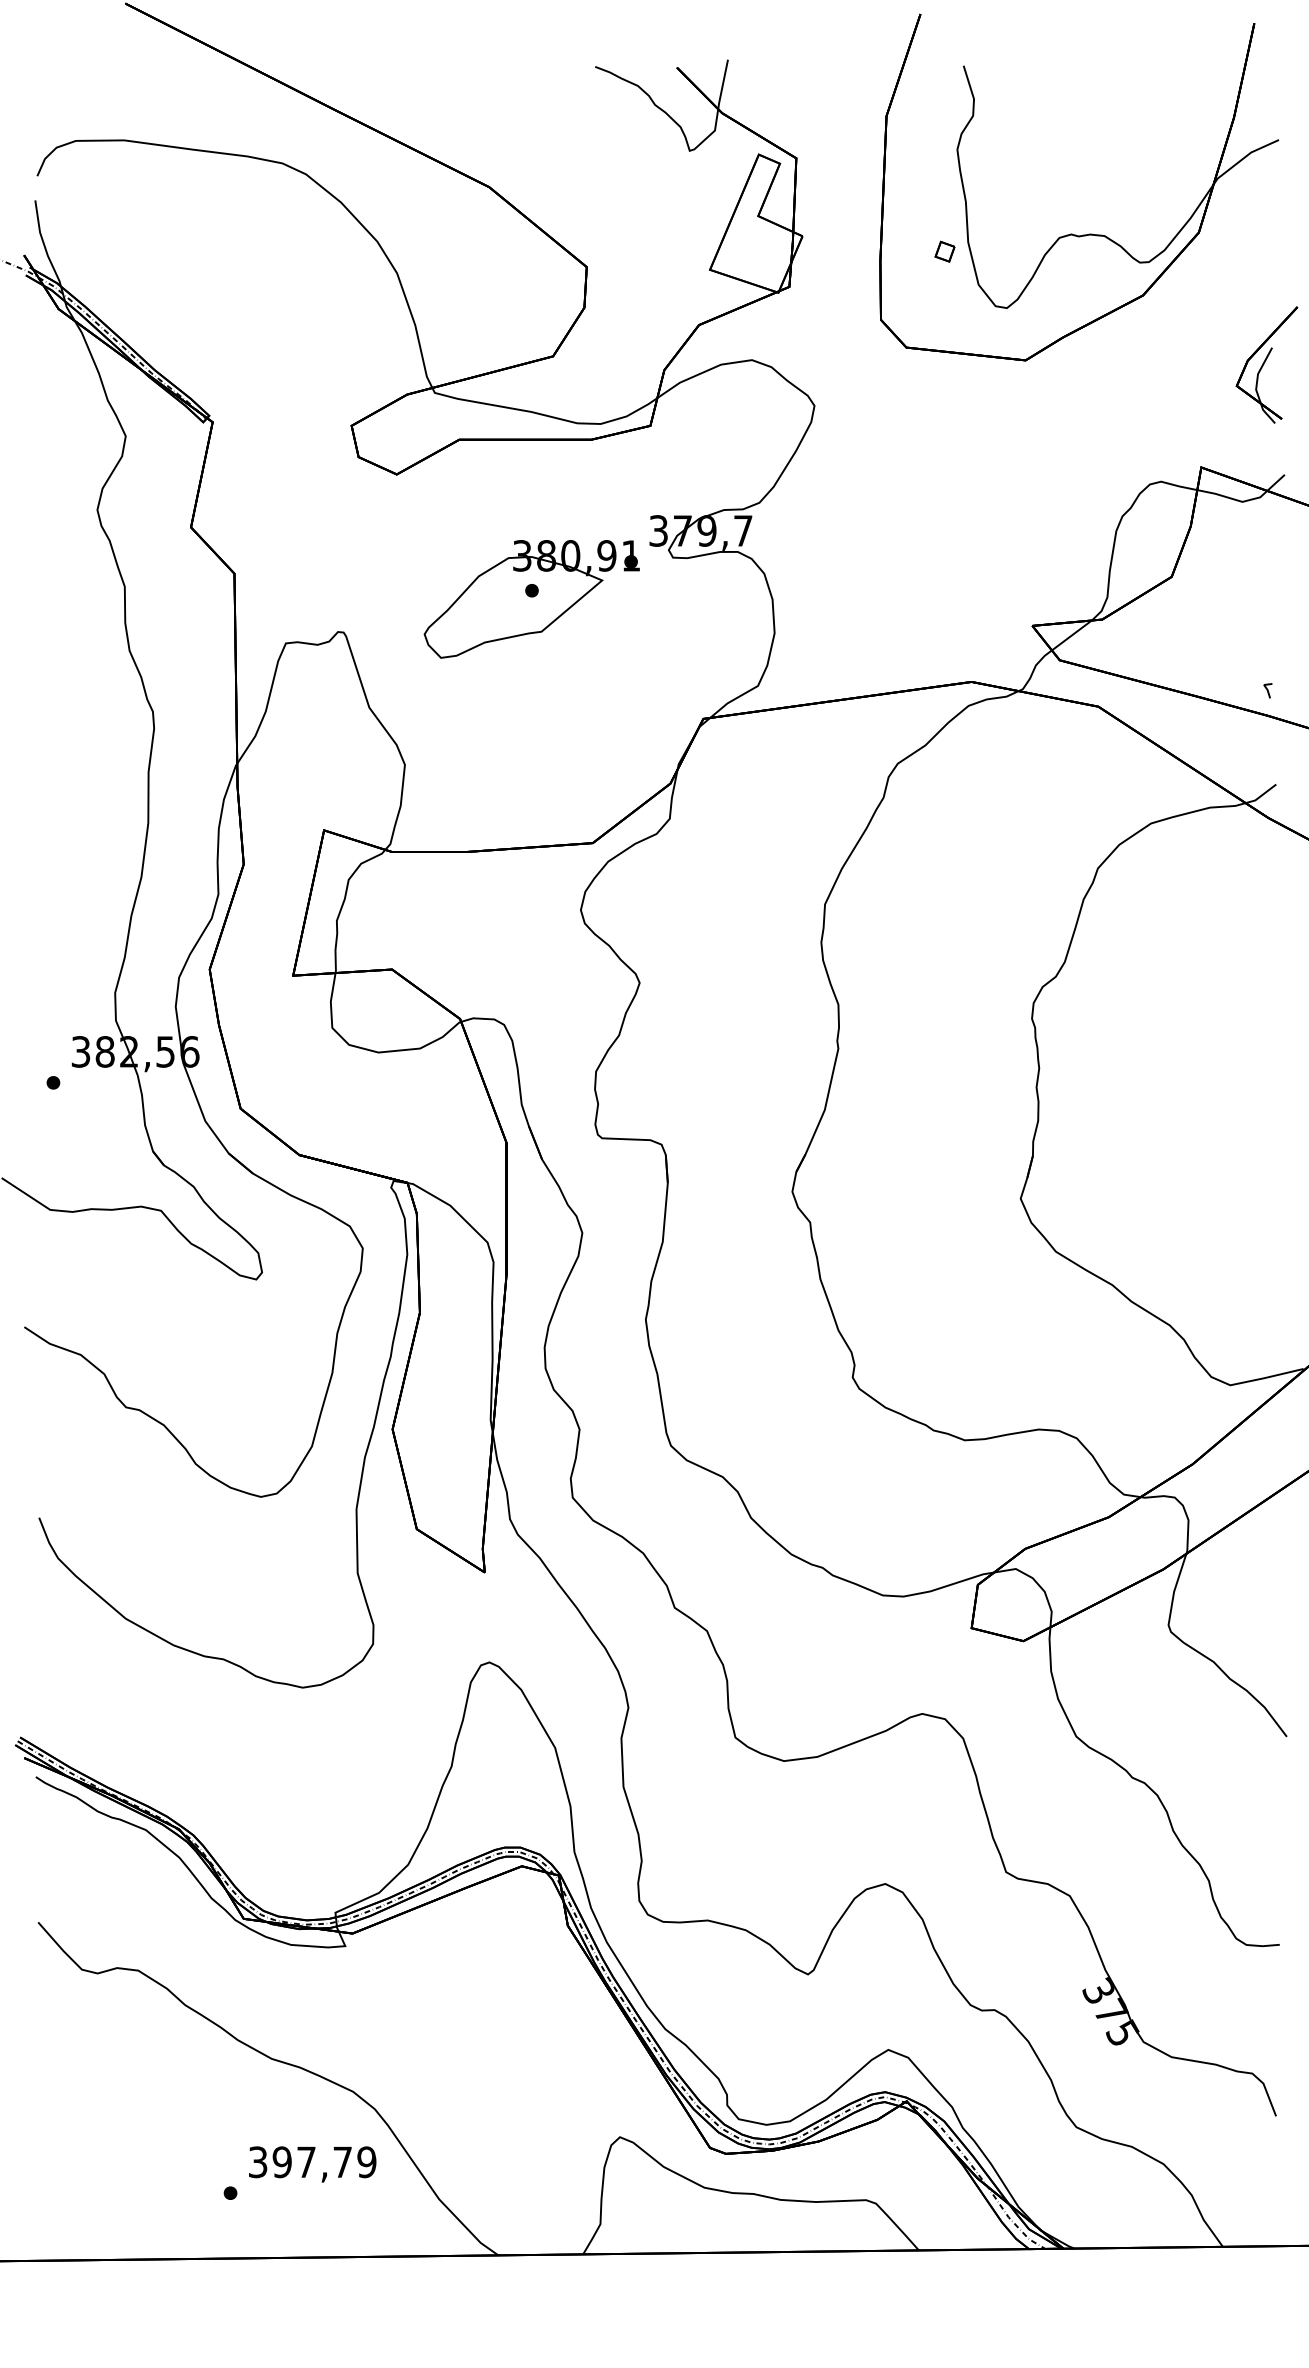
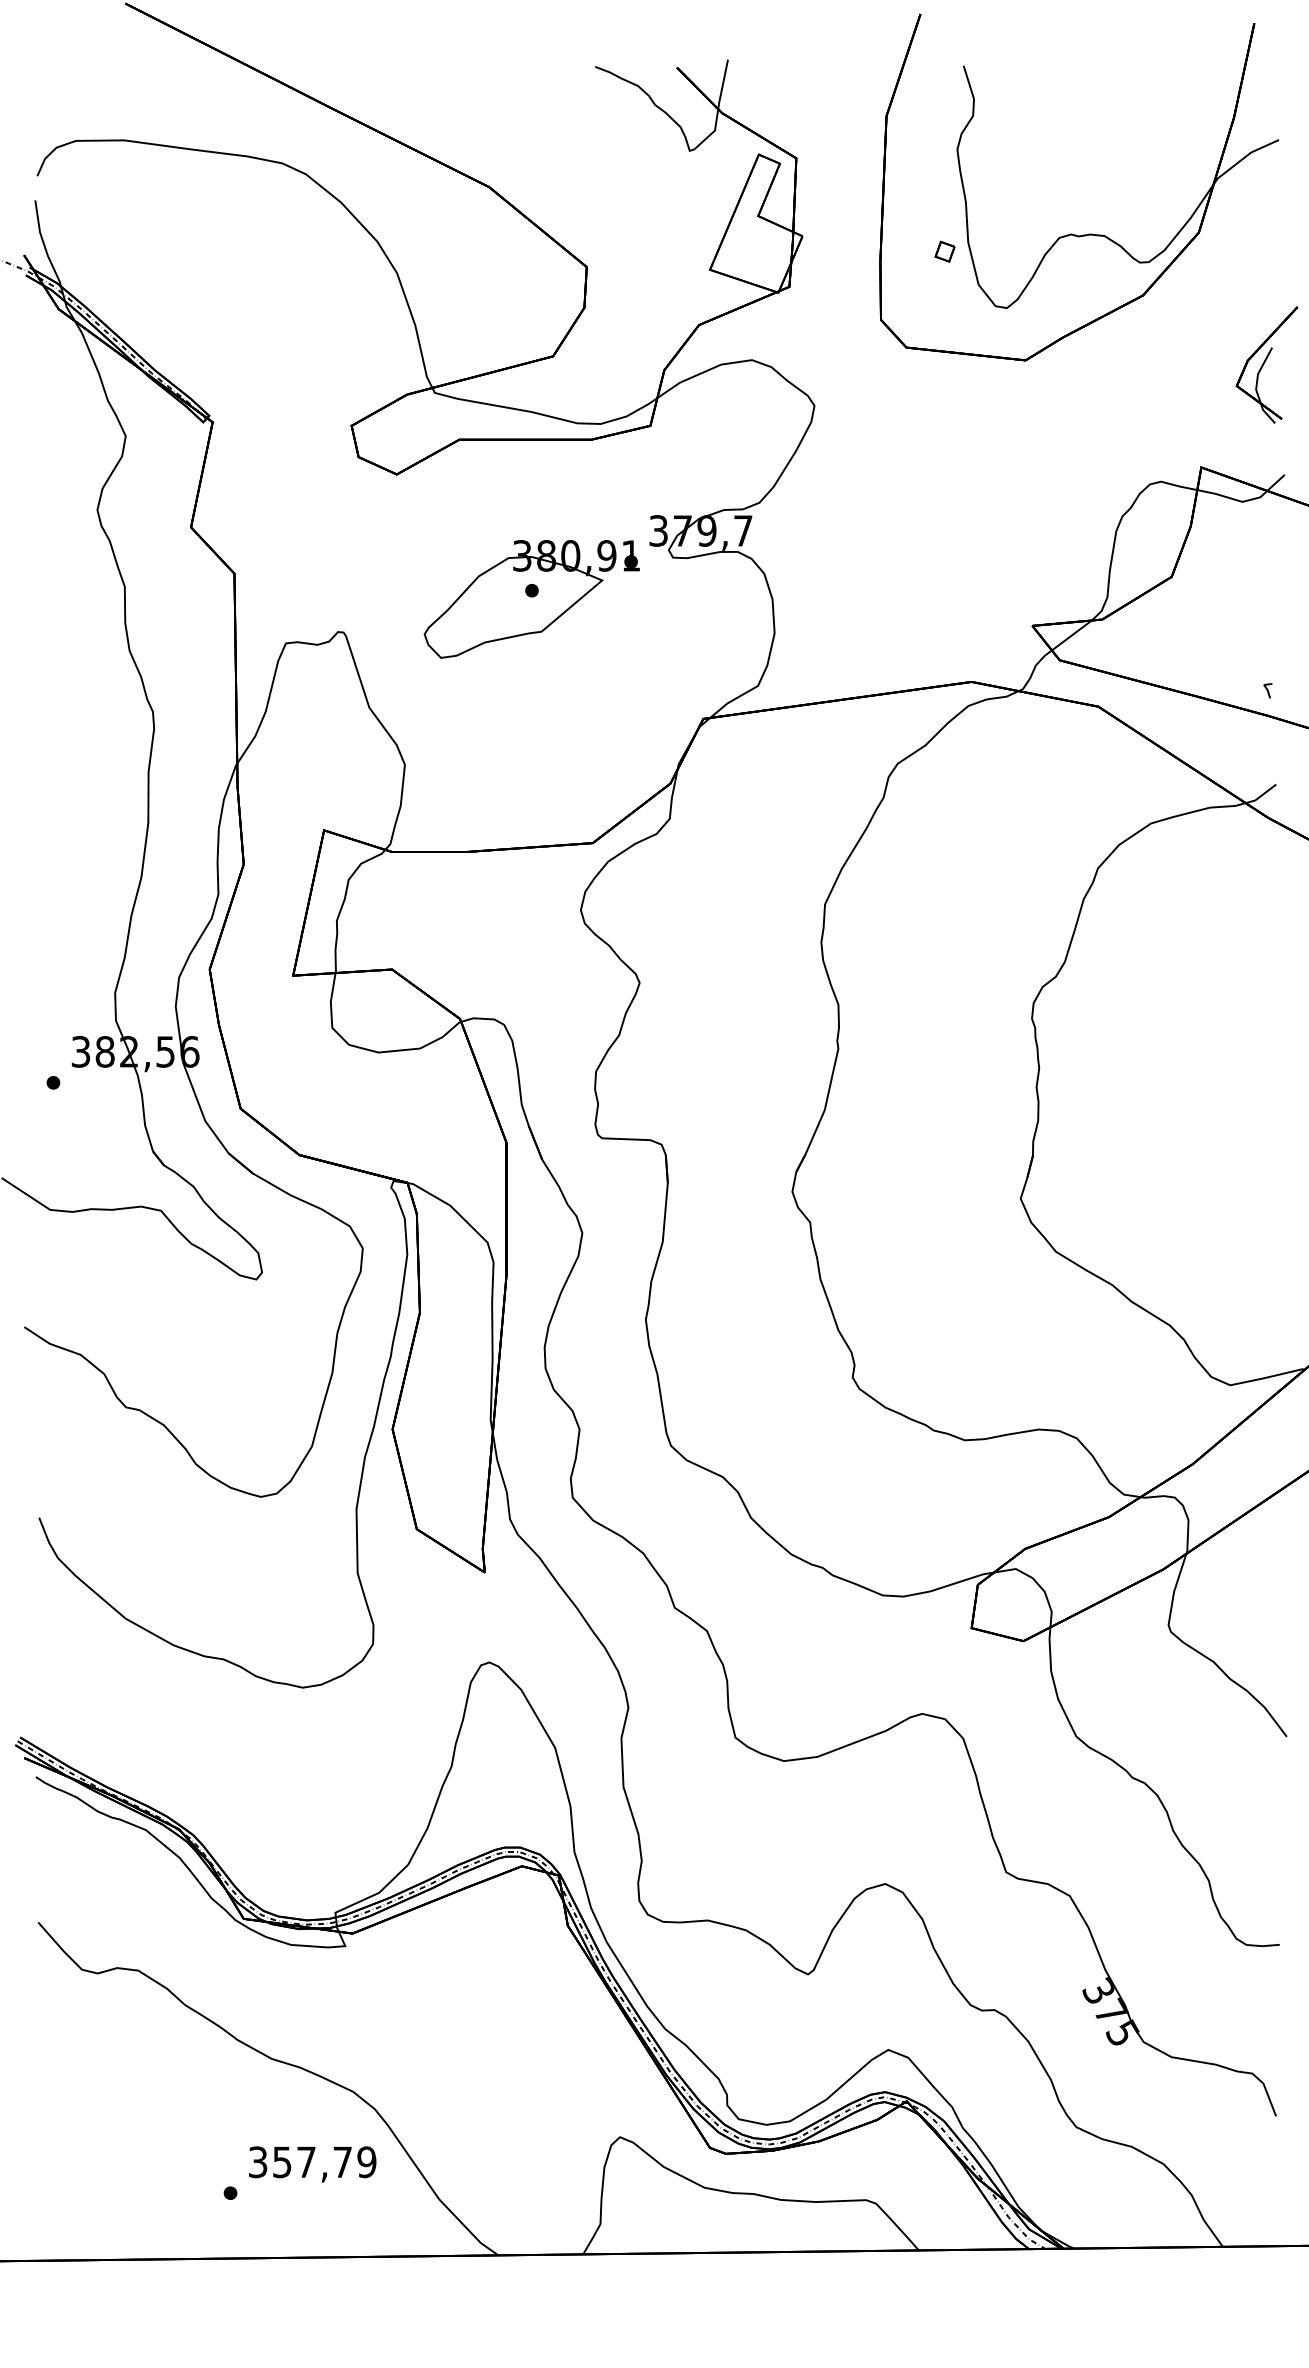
text at (281, 2162): 397,79 -> 357,79
